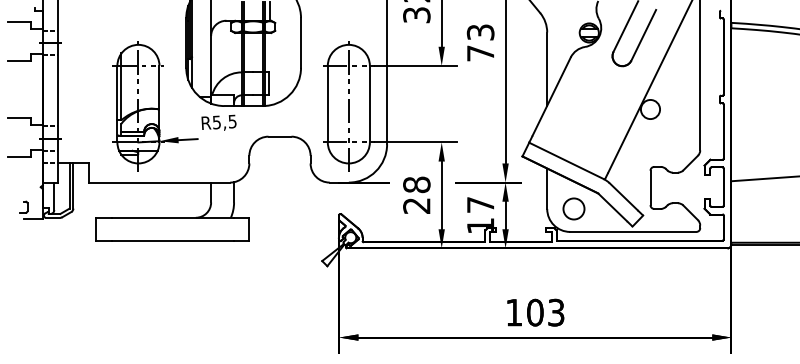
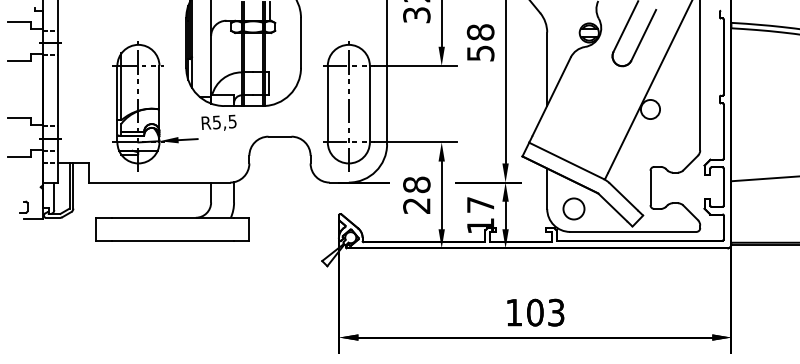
text at (480, 42): 73 -> 58
